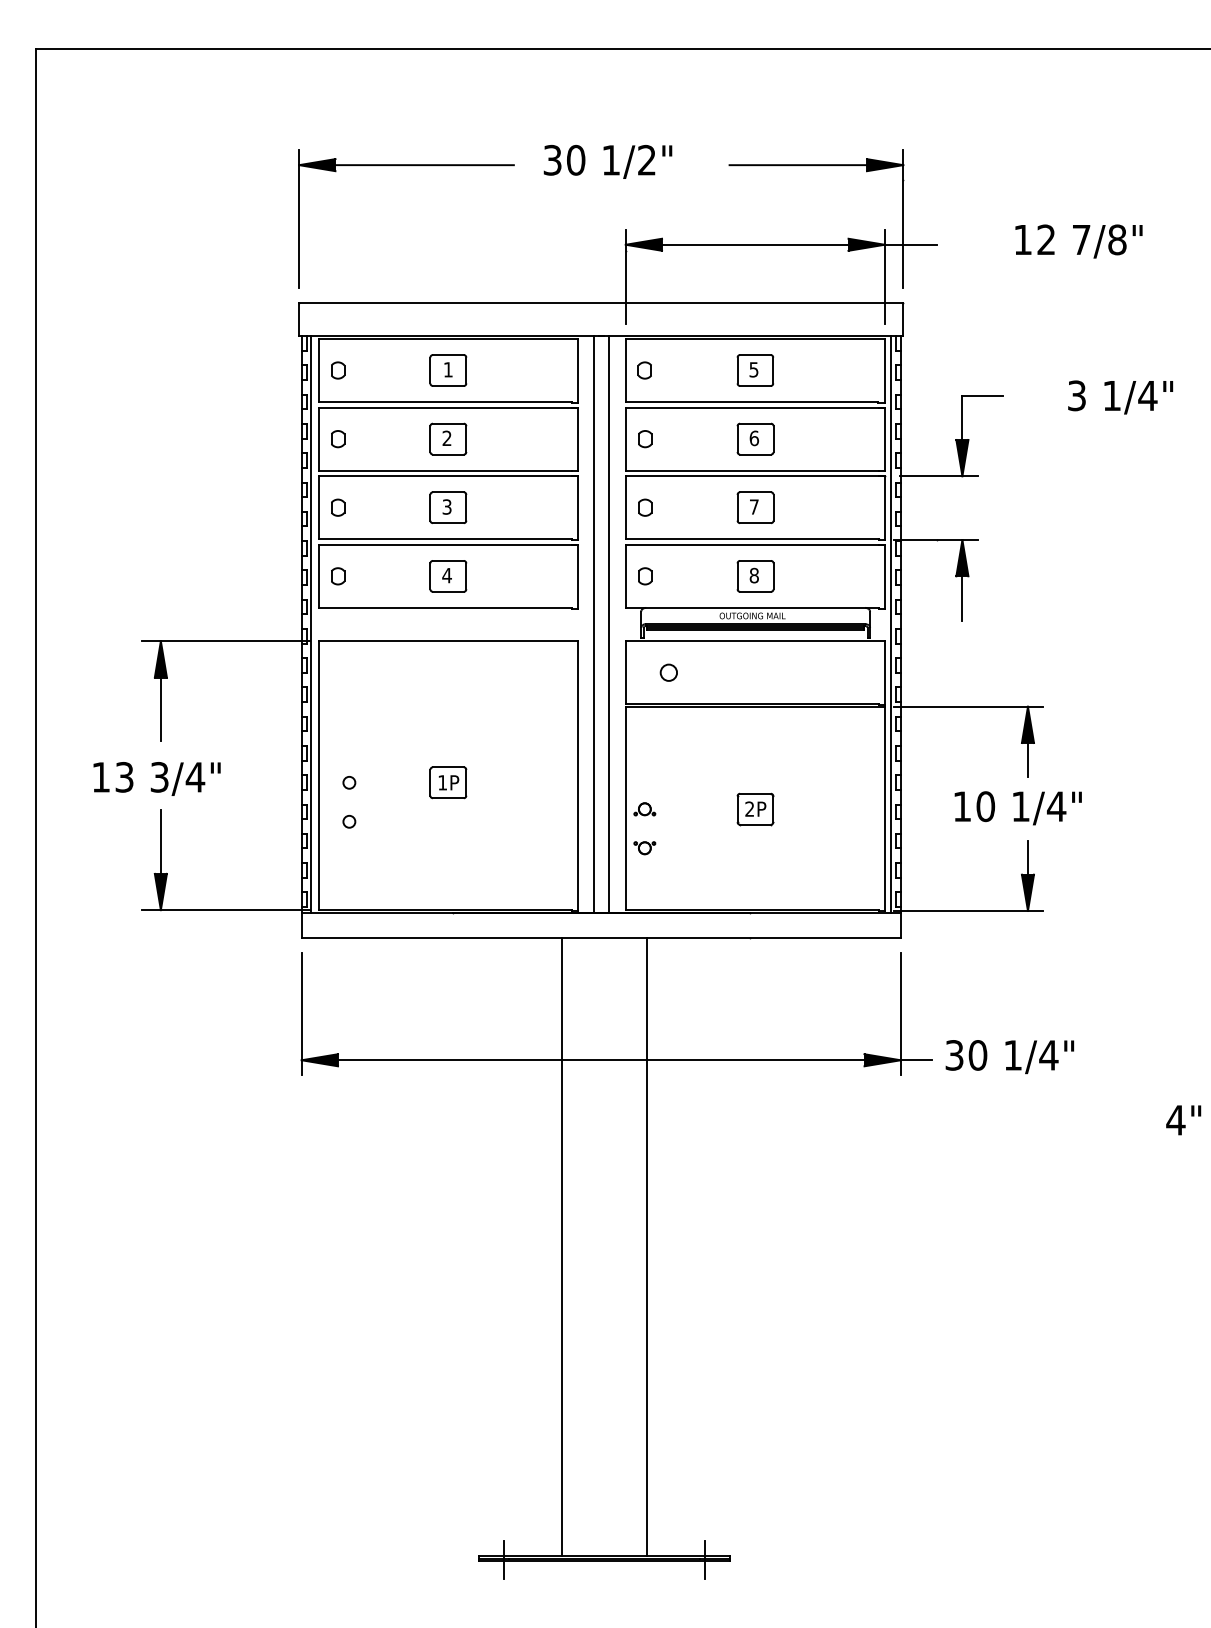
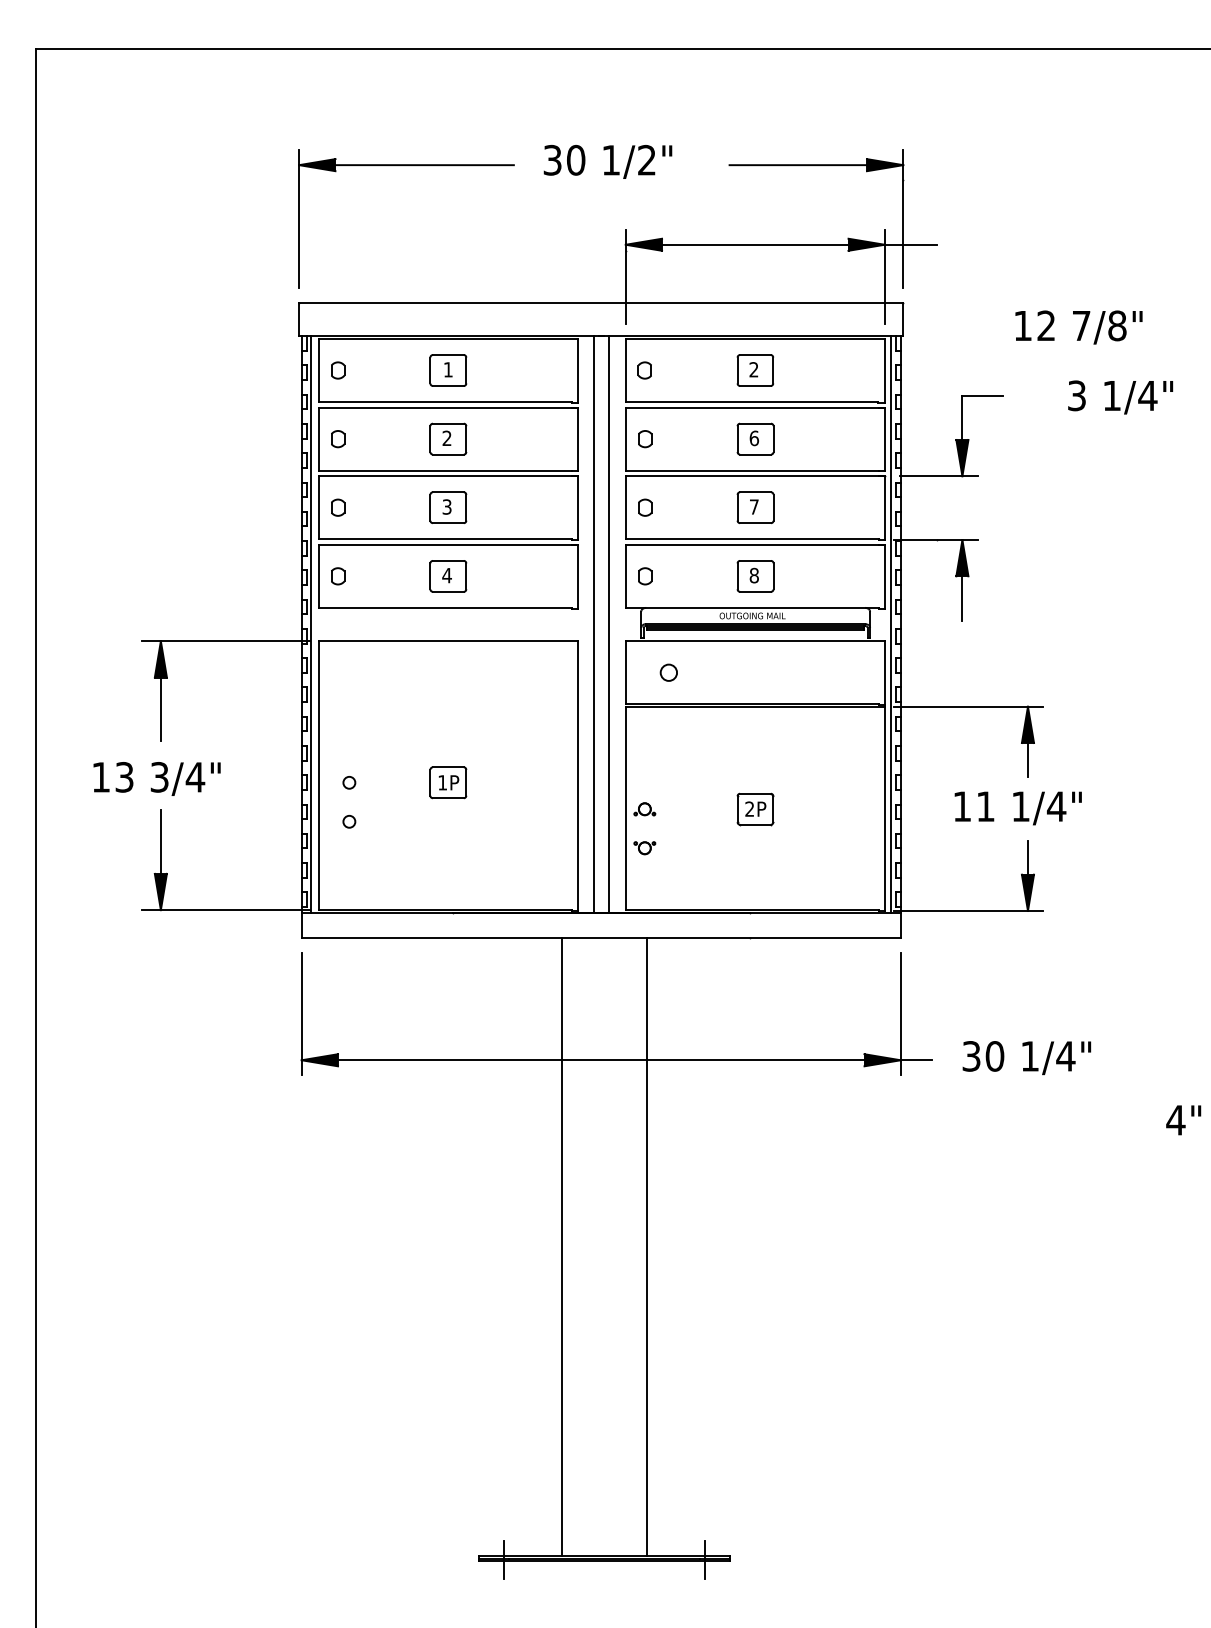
text at (1078, 241) position: (1078, 241) -> (1078, 327)
text at (753, 369): 5 -> 2
text at (985, 806): 10 -> 11
text at (1009, 1057) position: (1009, 1057) -> (1026, 1058)
